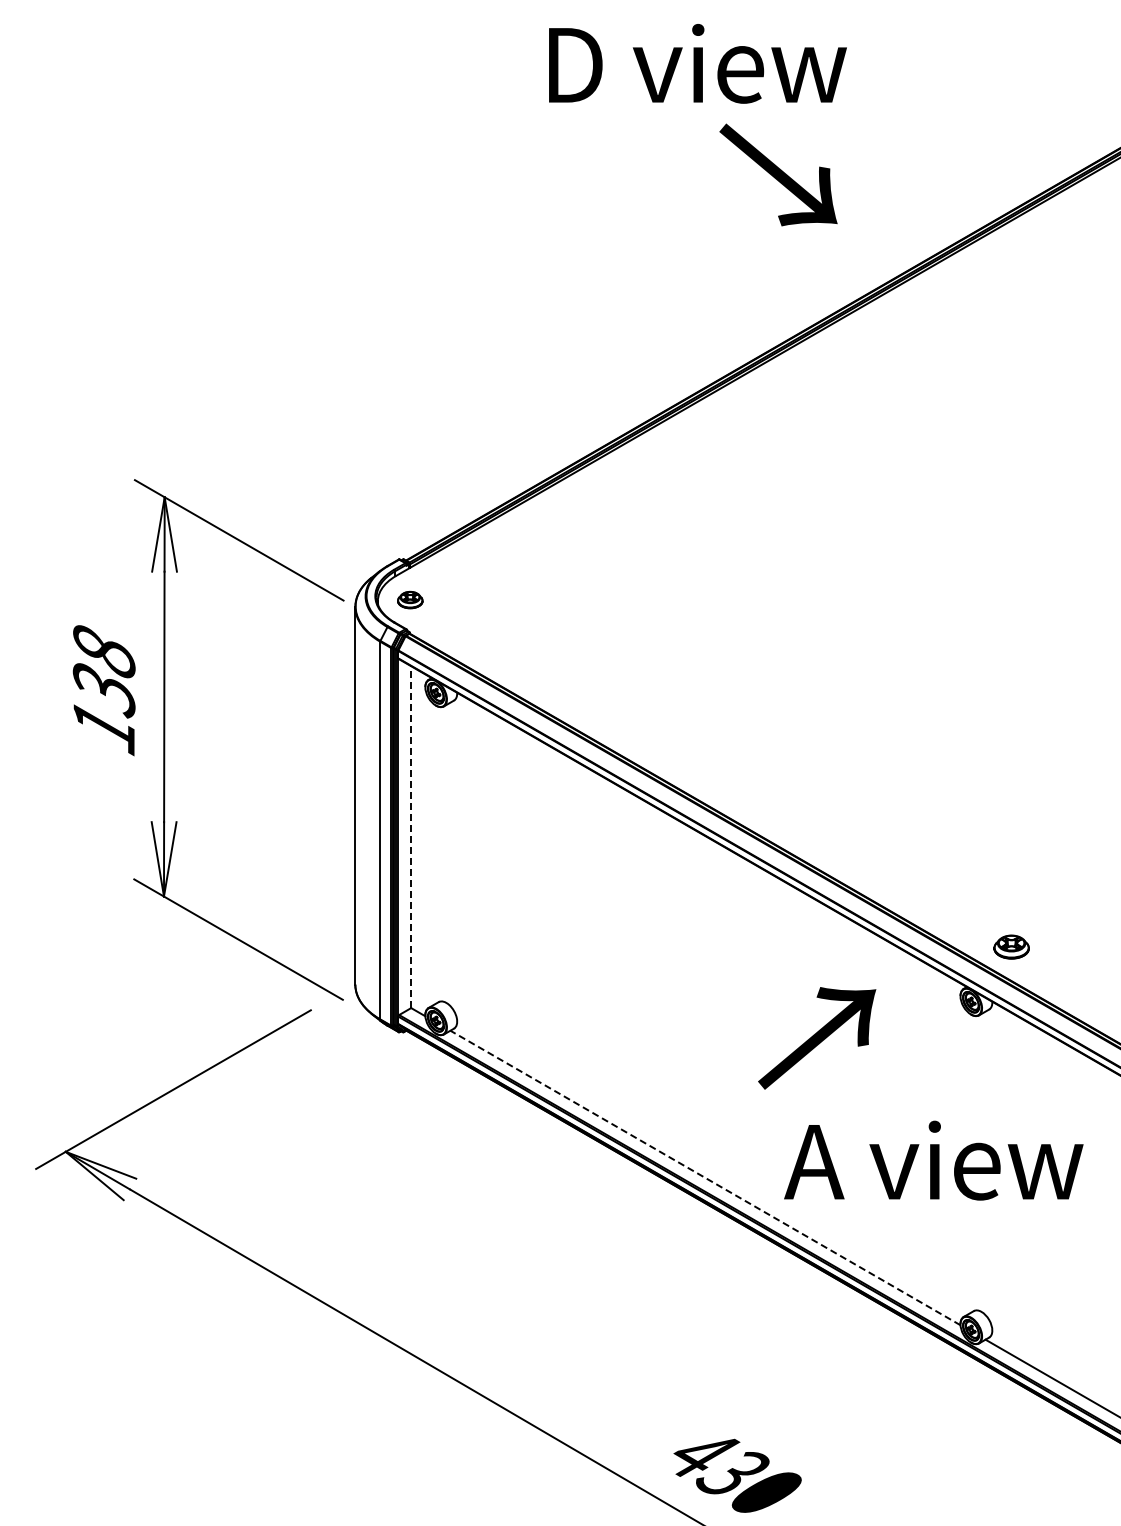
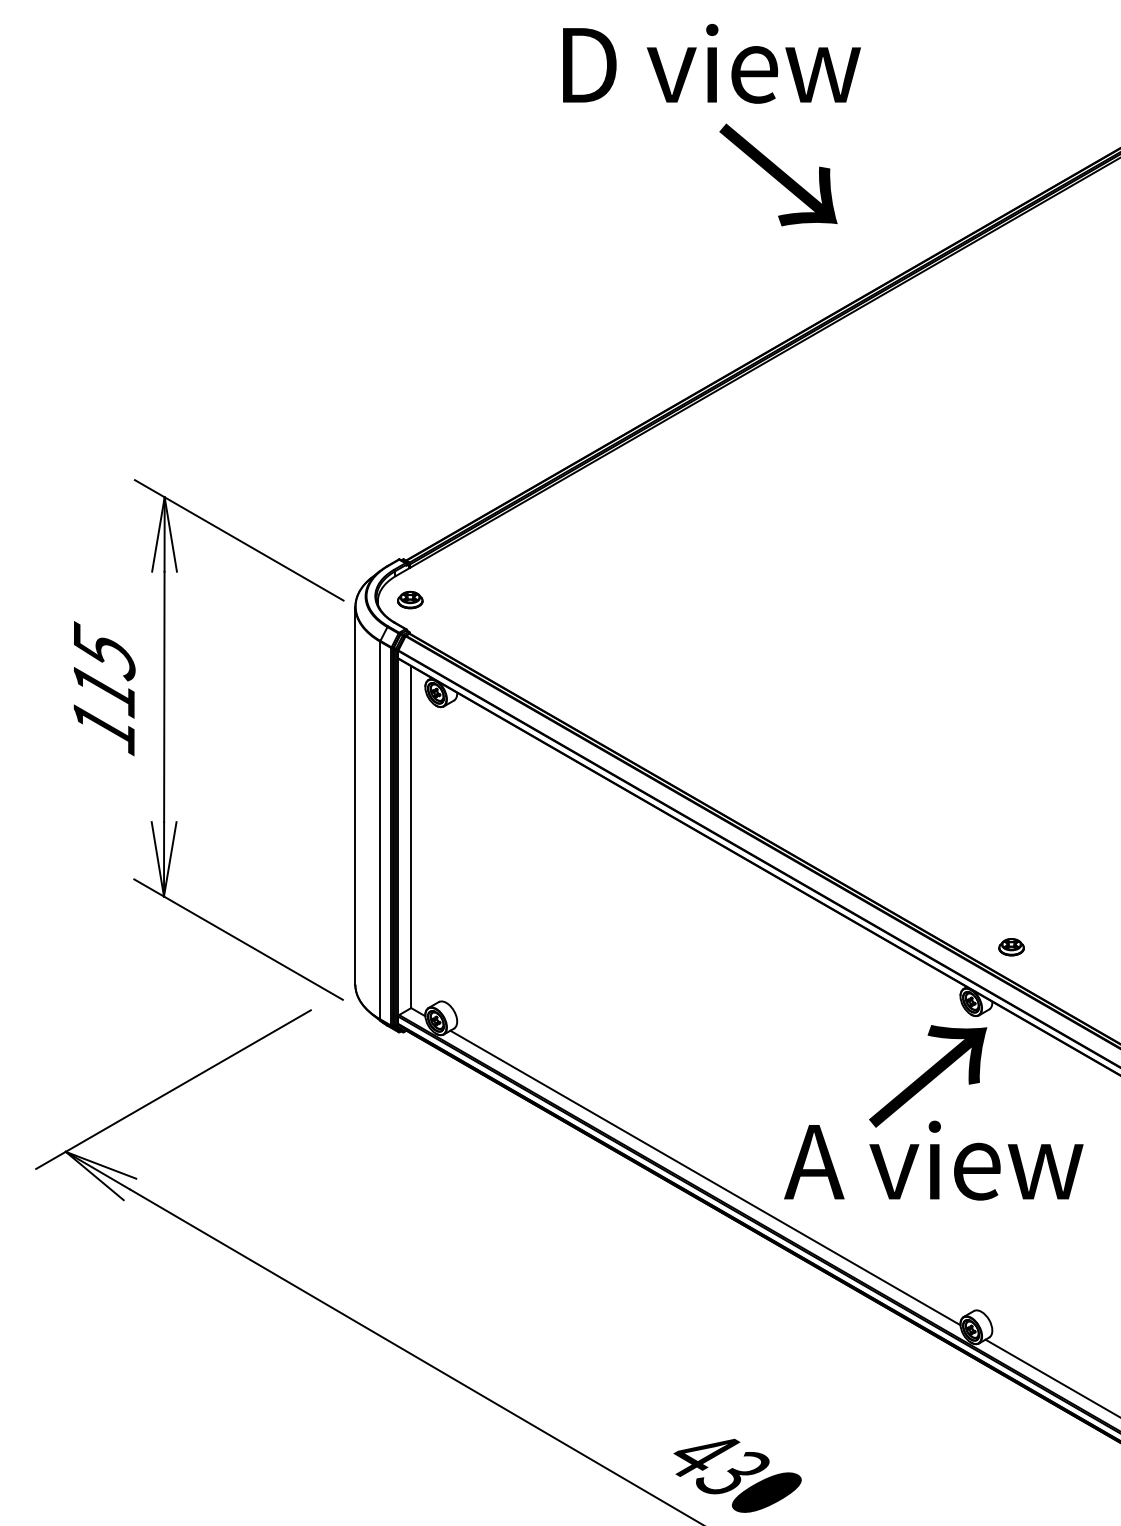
text at (697, 63) position: (697, 63) -> (711, 63)
text at (103, 669): 138 -> 115
line at (411, 837): dashed -> solid
part at (1011, 946) size: 37x26 px -> 27x19 px
text at (817, 1038) position: (817, 1038) -> (928, 1076)
line at (705, 1177): dashed -> solid
